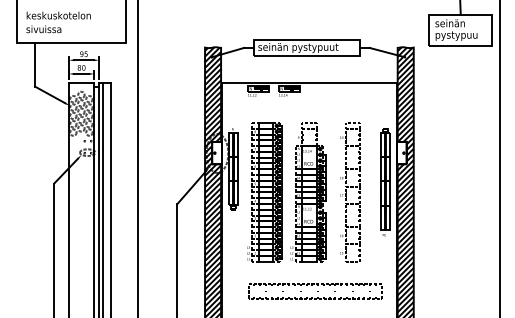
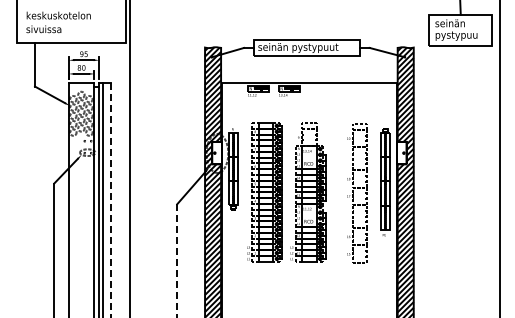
line at (138, 158) position: (138, 158) -> (130, 158)
part at (350, 192) position: (350, 192) -> (357, 193)
line at (110, 200): solid -> dashed
line at (177, 260): solid -> dashed
part at (315, 291): present -> none
